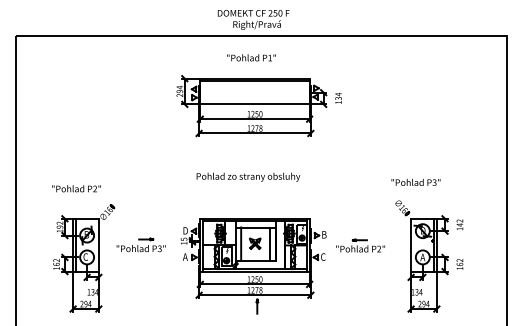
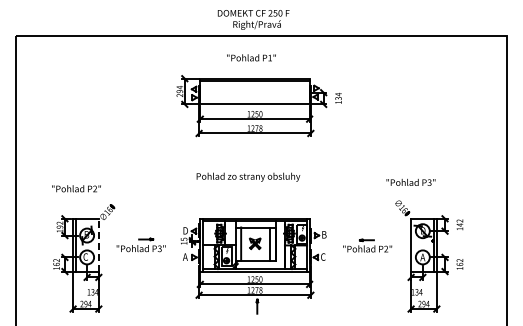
text at (415, 181) position: (415, 181) -> (410, 181)
line at (98, 244): solid -> dashed
part at (360, 245) position: (360, 245) -> (367, 245)
